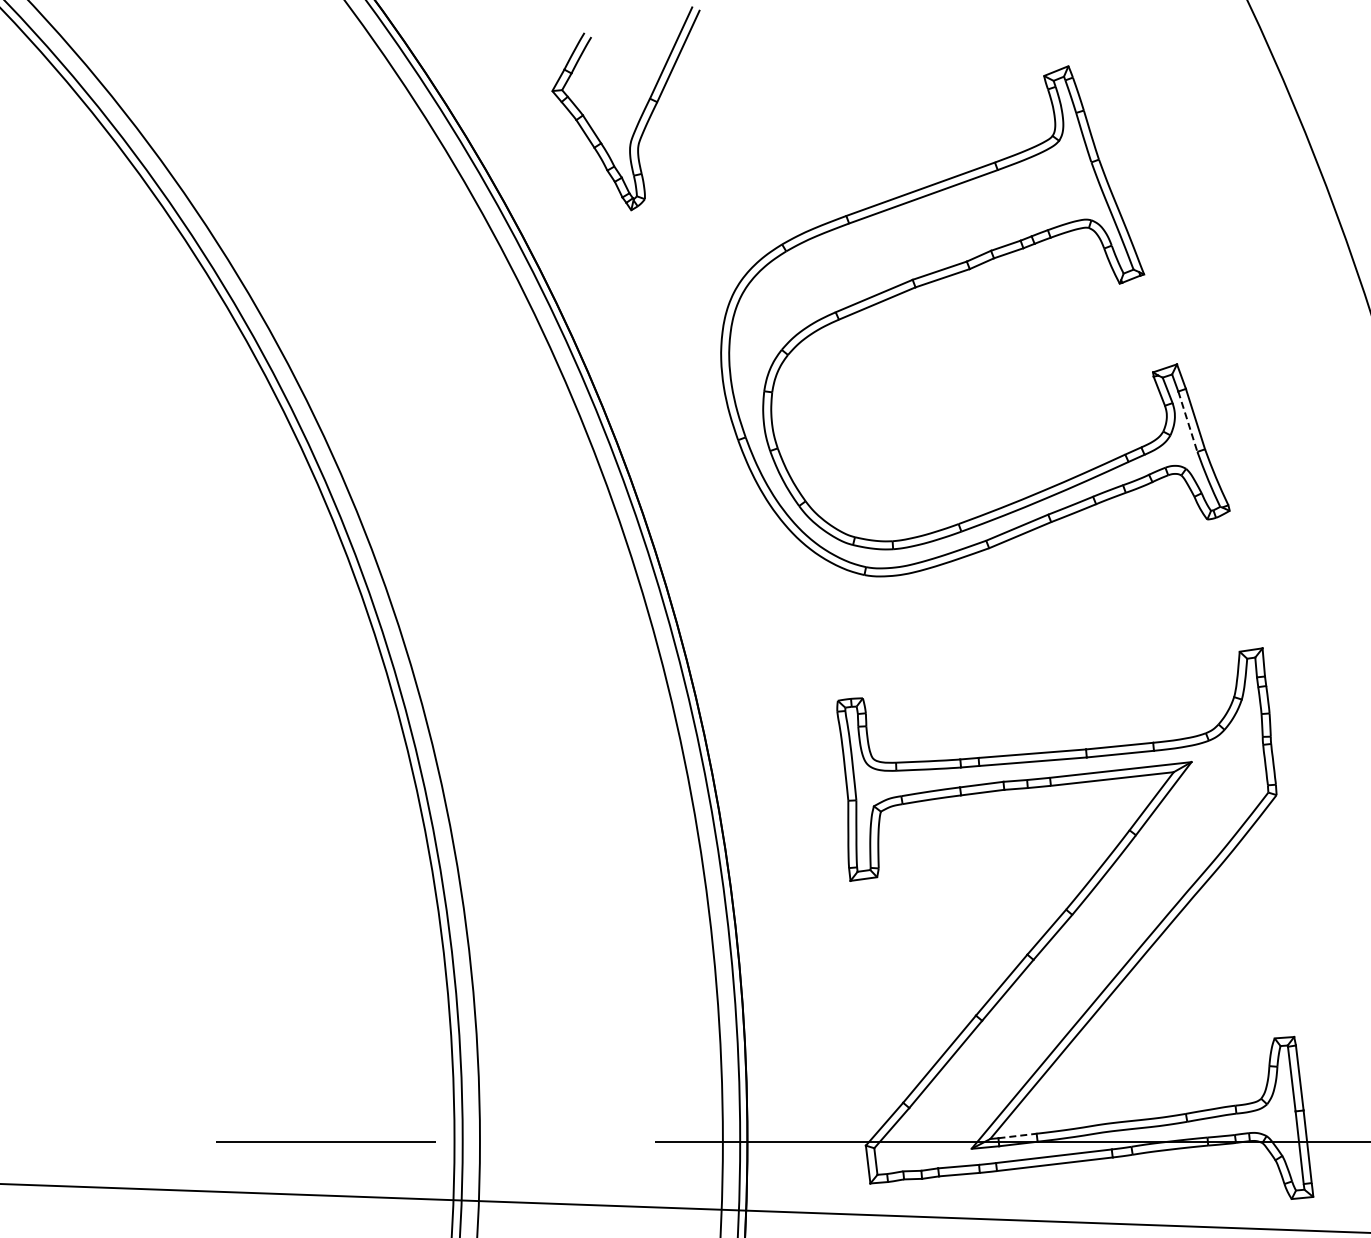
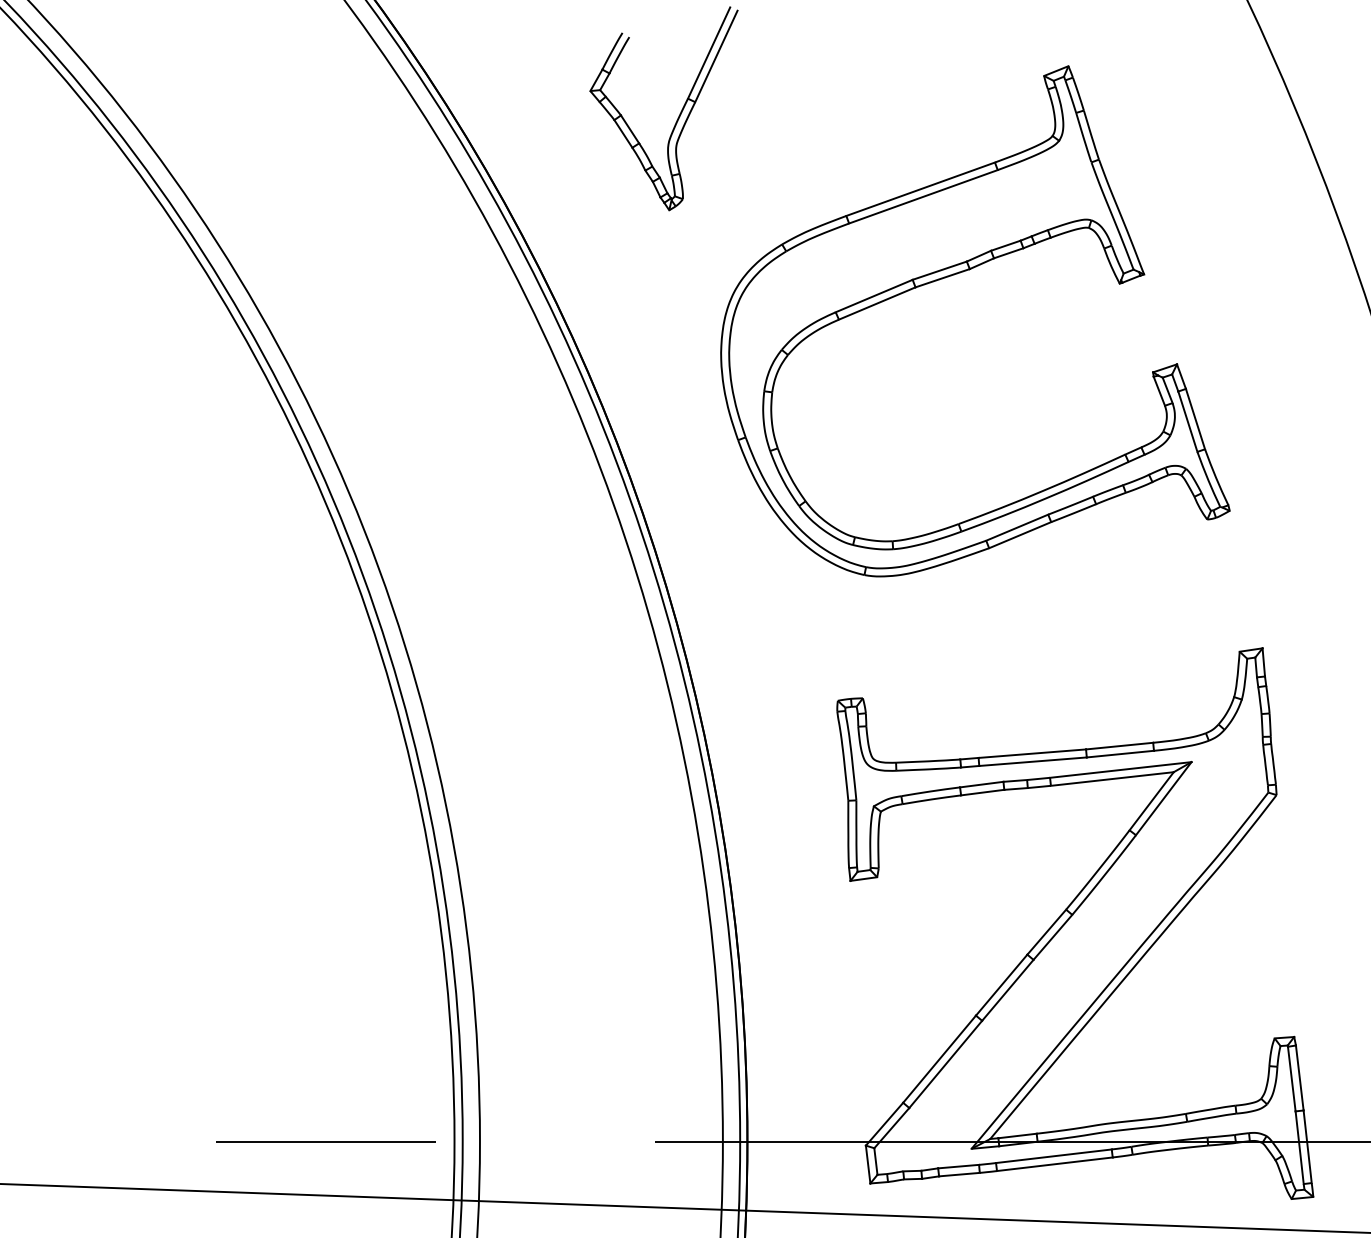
part at (640, 115) position: (640, 115) -> (678, 115)
line at (1187, 421): dashed -> solid
line at (1018, 1135): dashed -> solid
